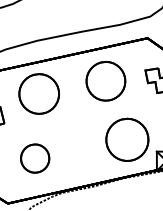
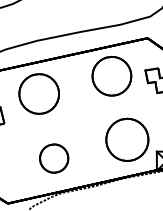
part at (105, 81) position: (105, 81) -> (111, 76)
part at (35, 158) position: (35, 158) -> (54, 158)
